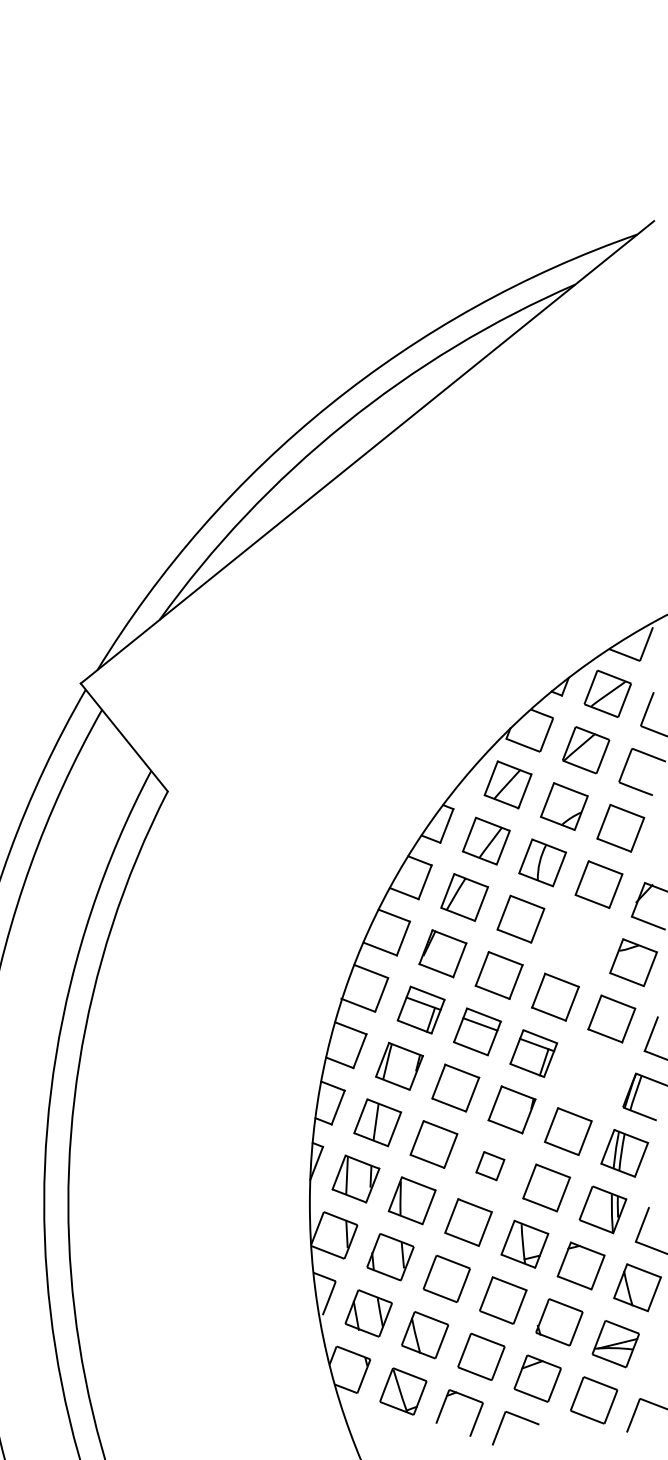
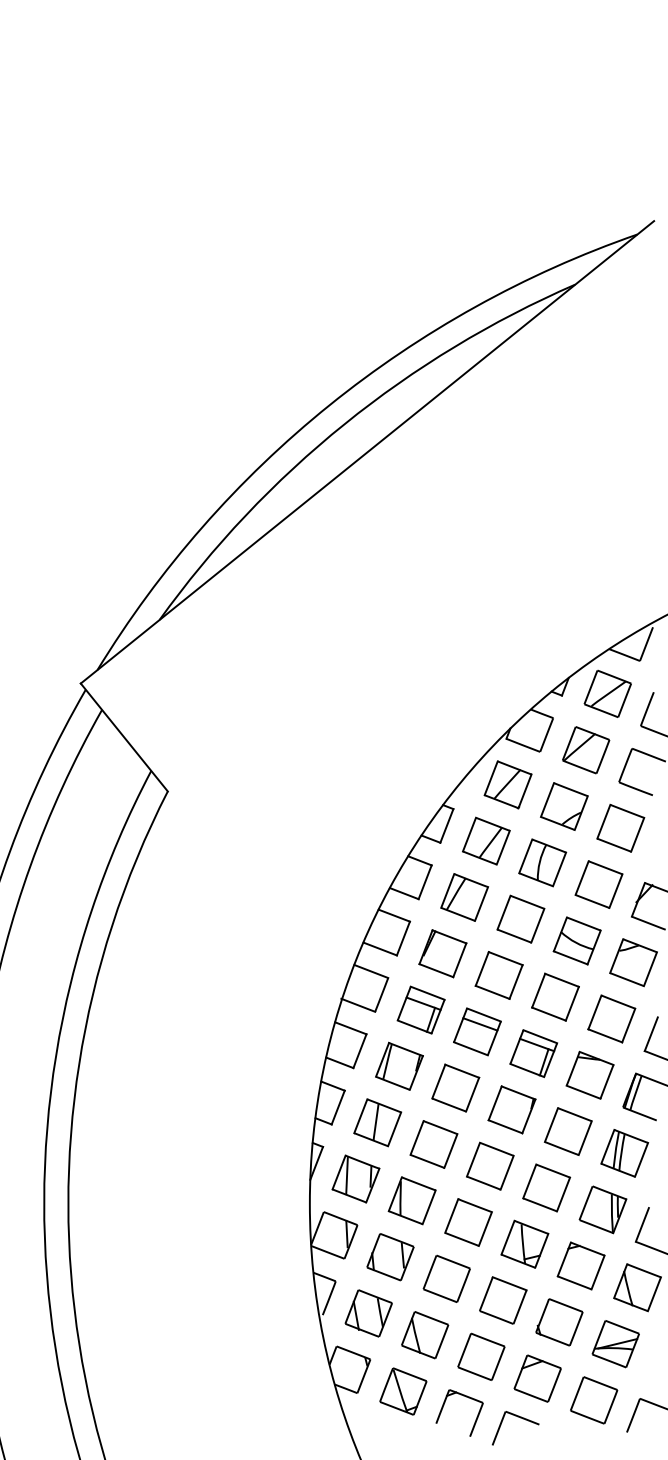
part at (576, 940): none -> present
part at (589, 1074): none -> present
part at (490, 1166) size: 31x31 px -> 49x50 px
